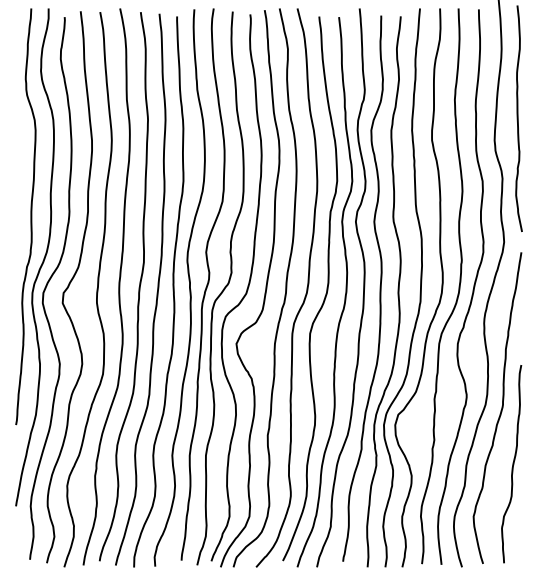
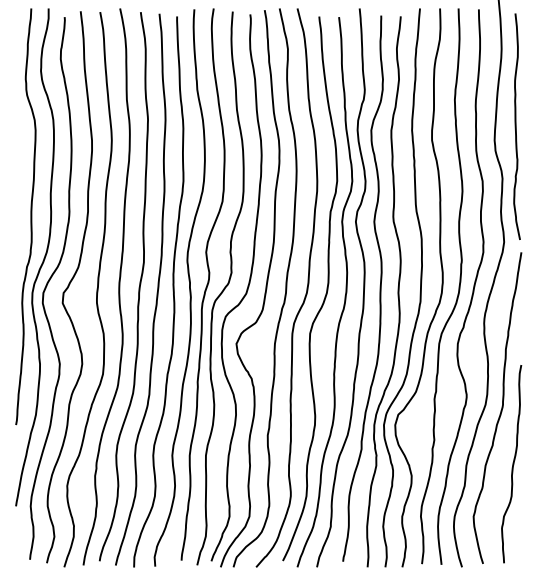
curve at (518, 118) position: (518, 118) -> (516, 126)
